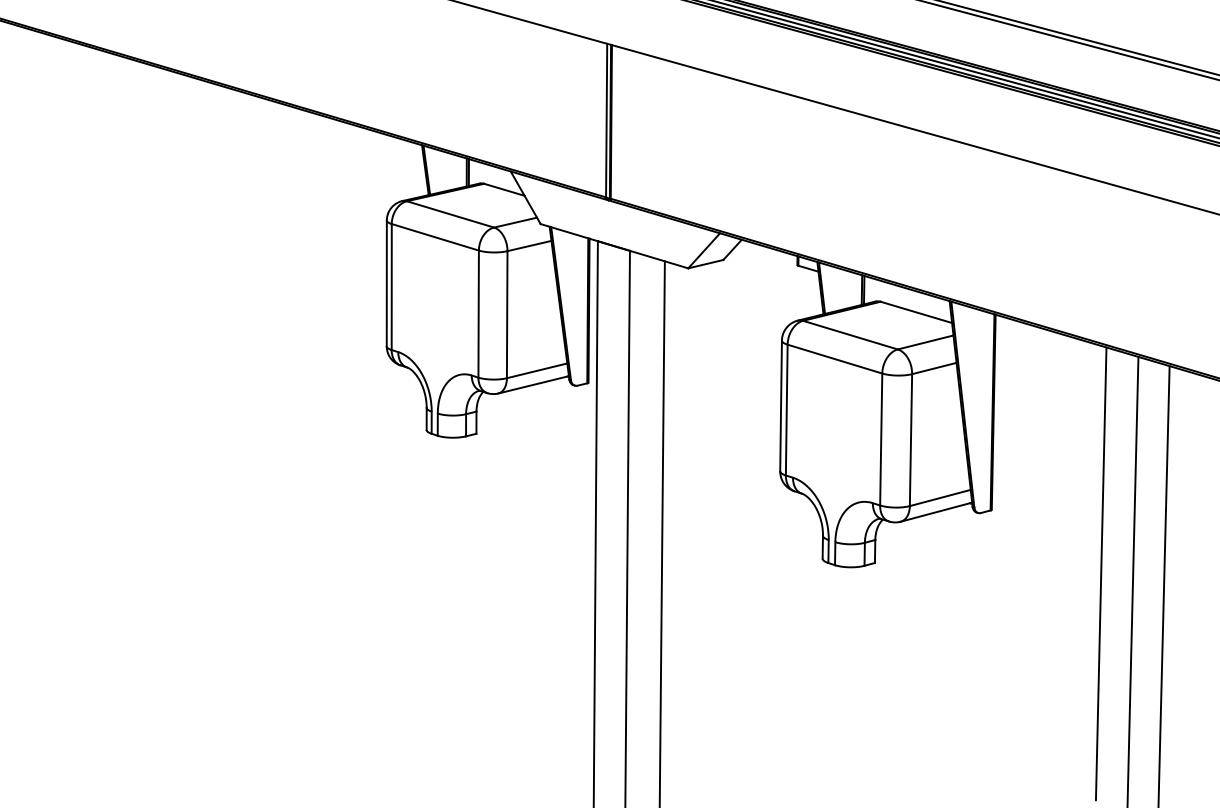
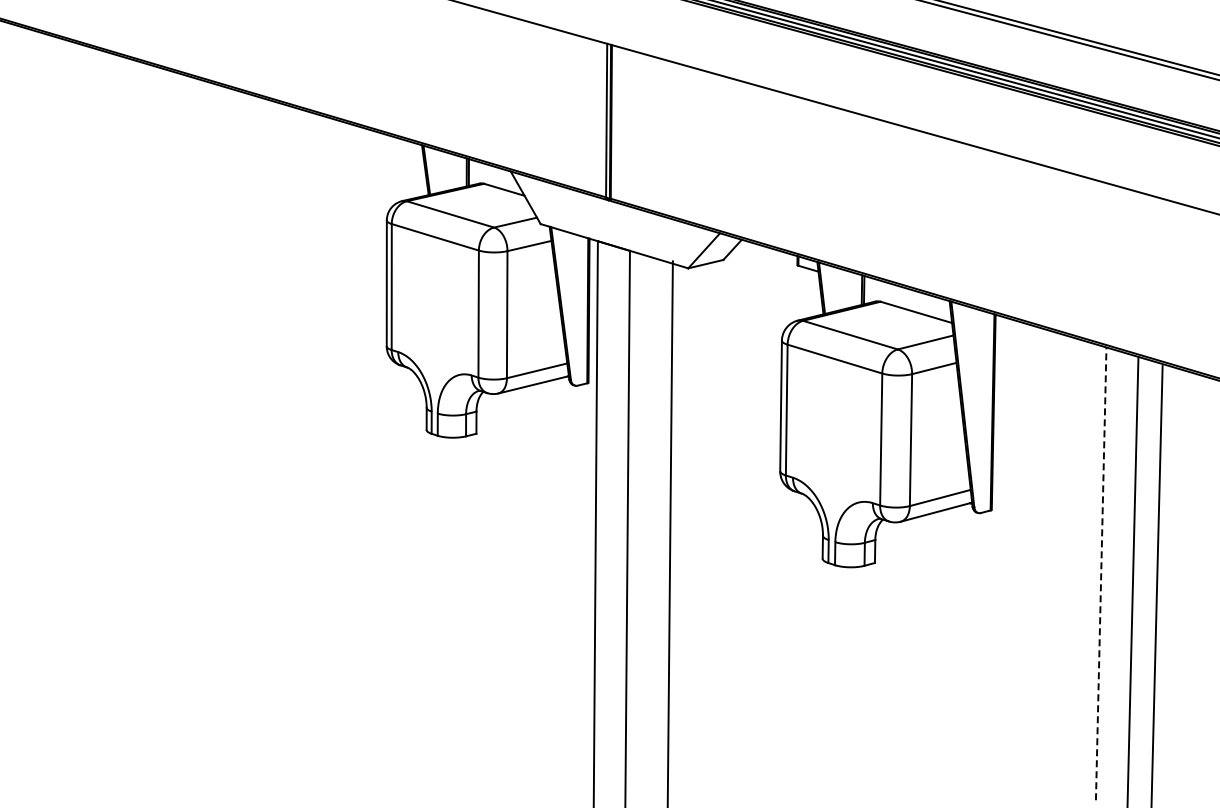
line at (661, 532) position: (661, 532) -> (669, 532)
line at (1101, 573): solid -> dashed
line at (1163, 585) position: (1163, 585) -> (1156, 585)
